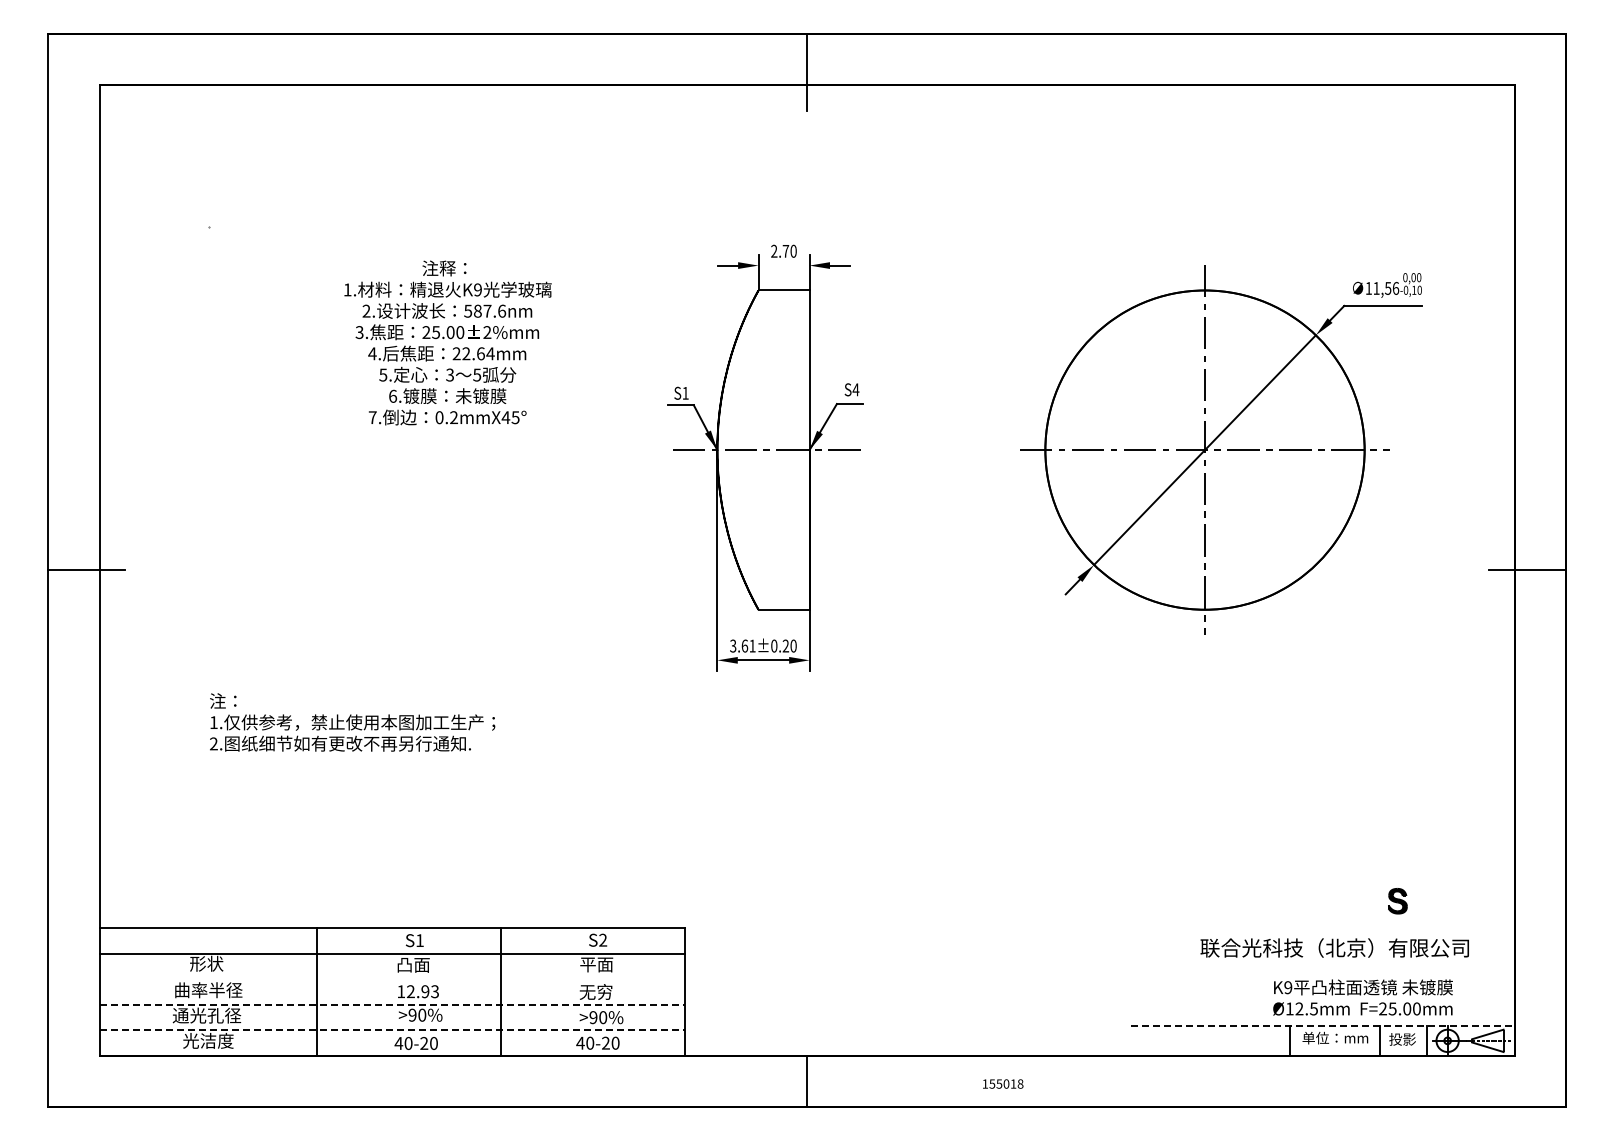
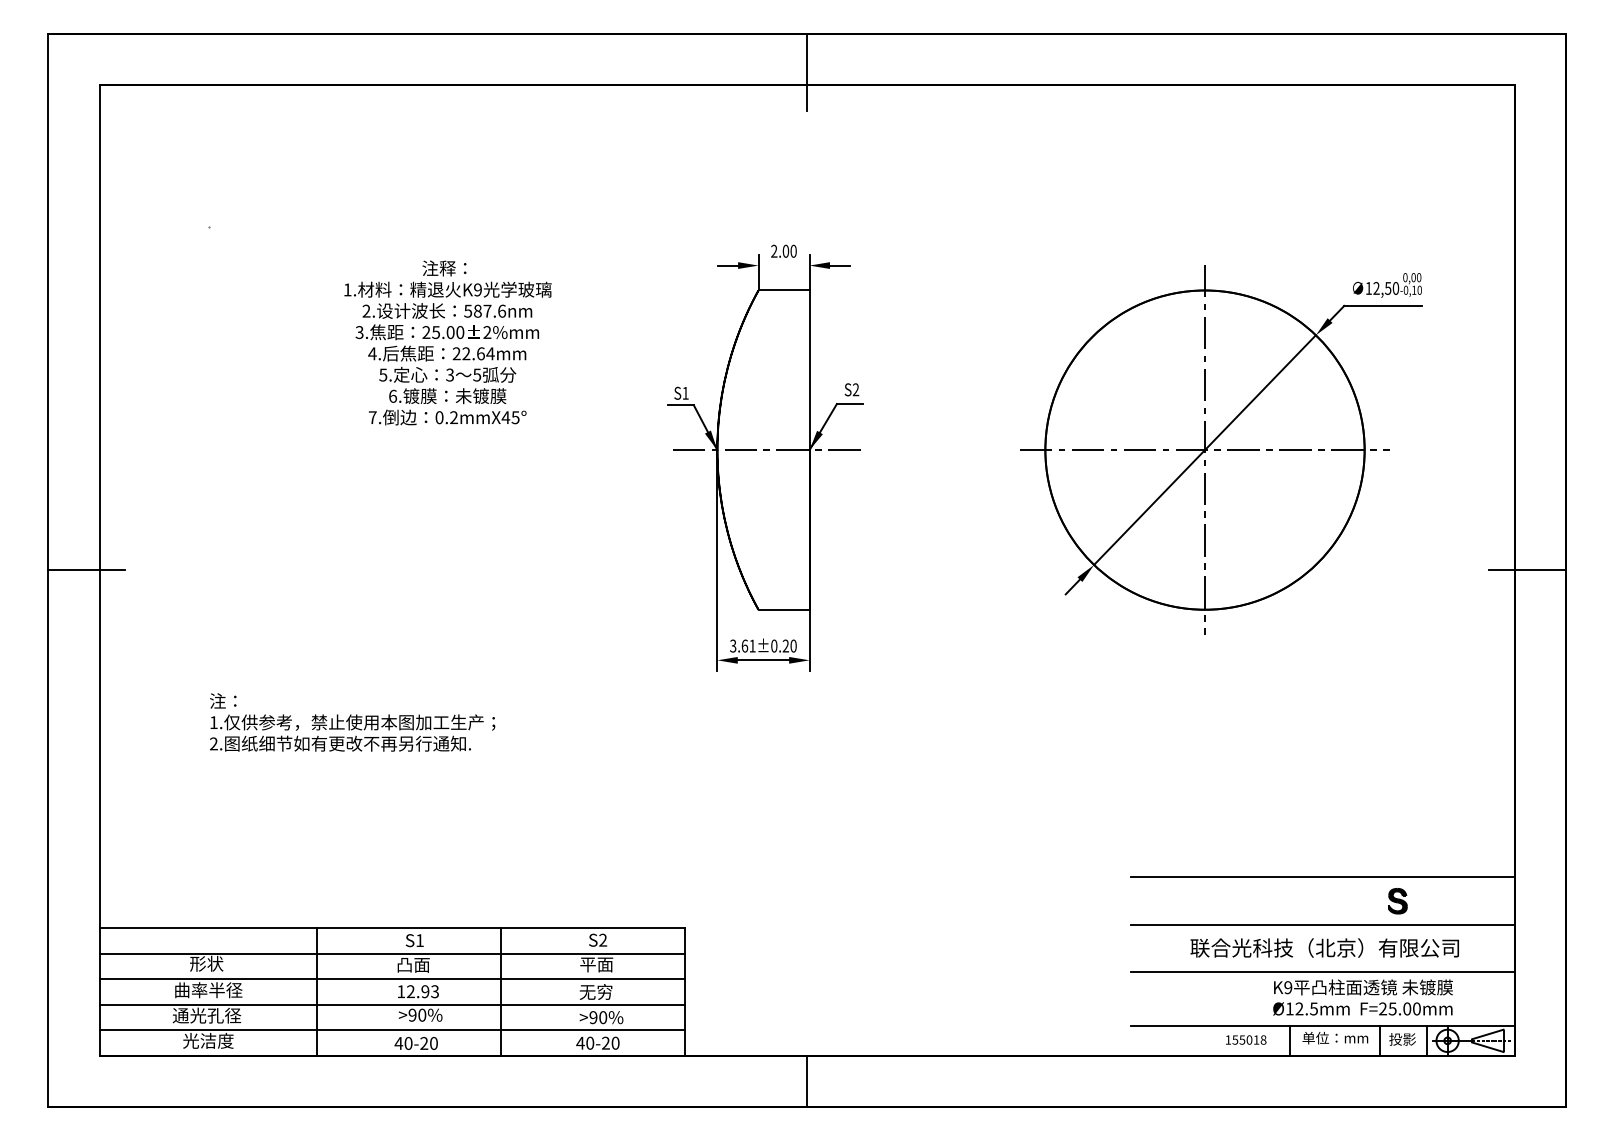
text at (785, 250): 2.70 -> 2.00
text at (1386, 287): 11,56 -> 12,50
text at (855, 389): S4 -> S2
line at (1322, 876): none -> present
line at (1322, 924): none -> present
text at (1334, 947) position: (1334, 947) -> (1324, 947)
line at (1322, 972): none -> present
line at (392, 979): none -> present
line at (392, 1004): dashed -> solid
line at (1322, 1025): dashed -> solid
line at (392, 1030): dashed -> solid
text at (1003, 1083) position: (1003, 1083) -> (1246, 1039)
